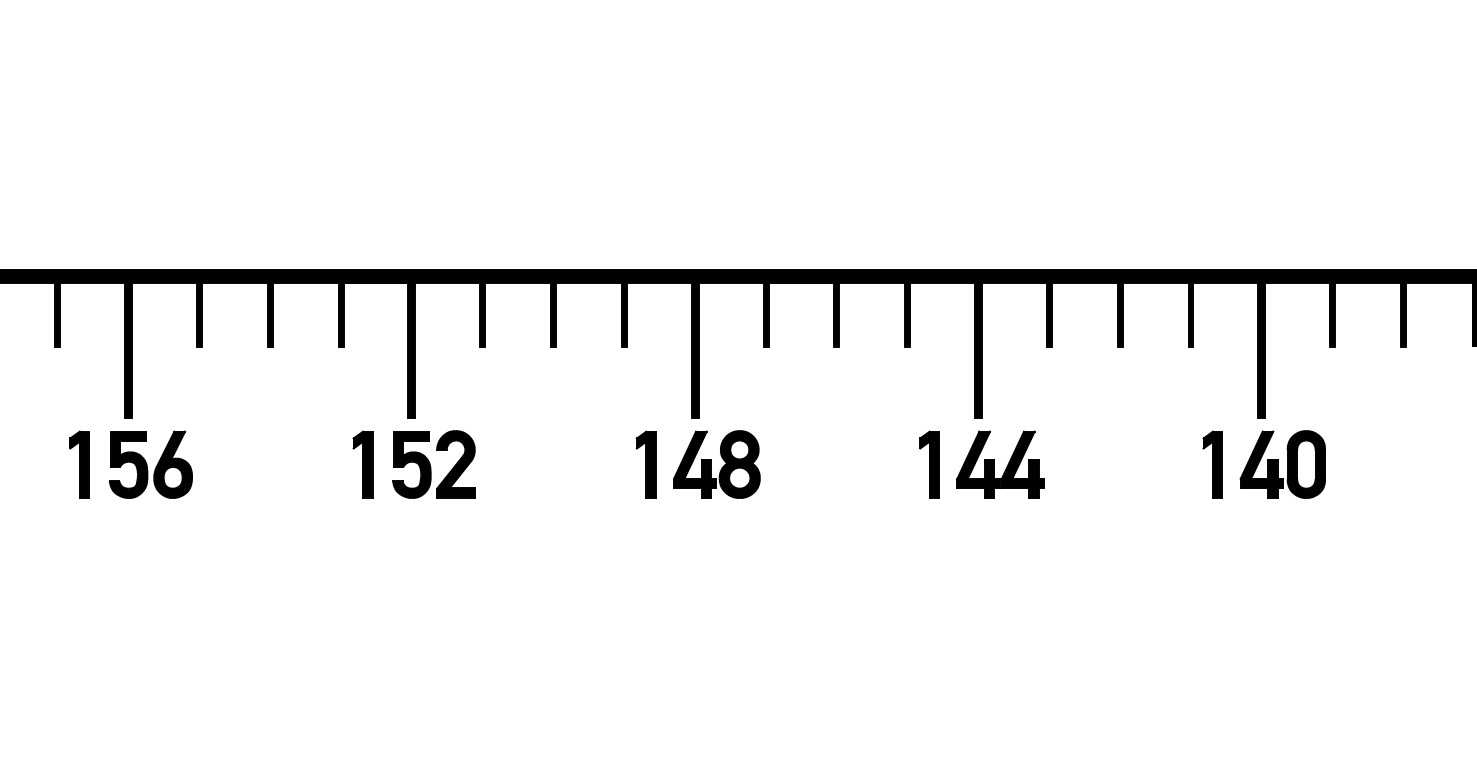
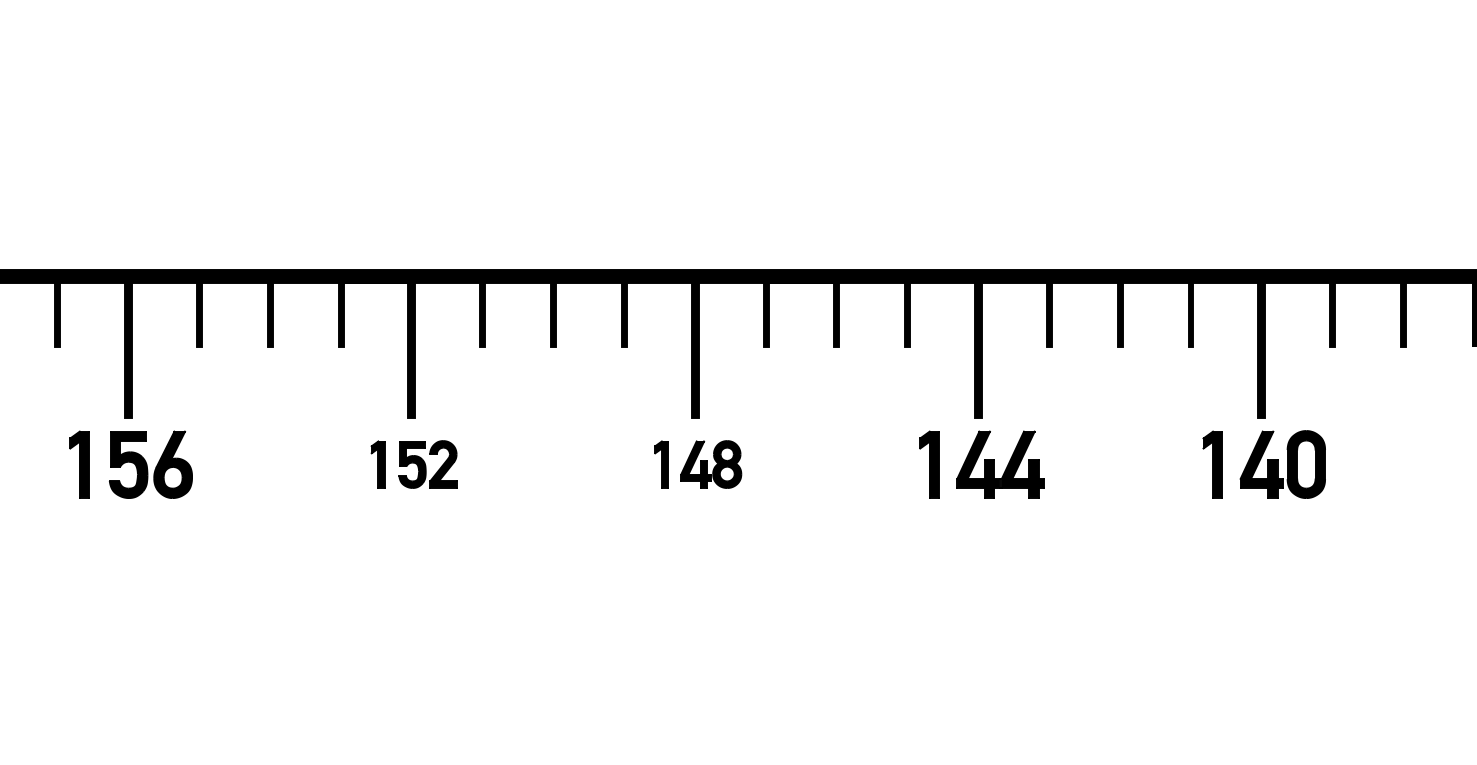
part at (413, 464) size: 124x69 px -> 88x49 px
part at (697, 464) size: 126x69 px -> 89x49 px
